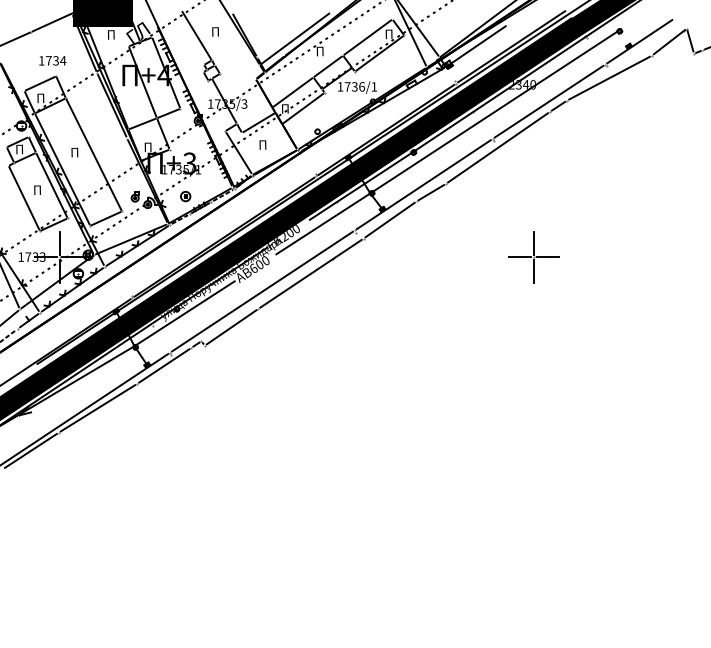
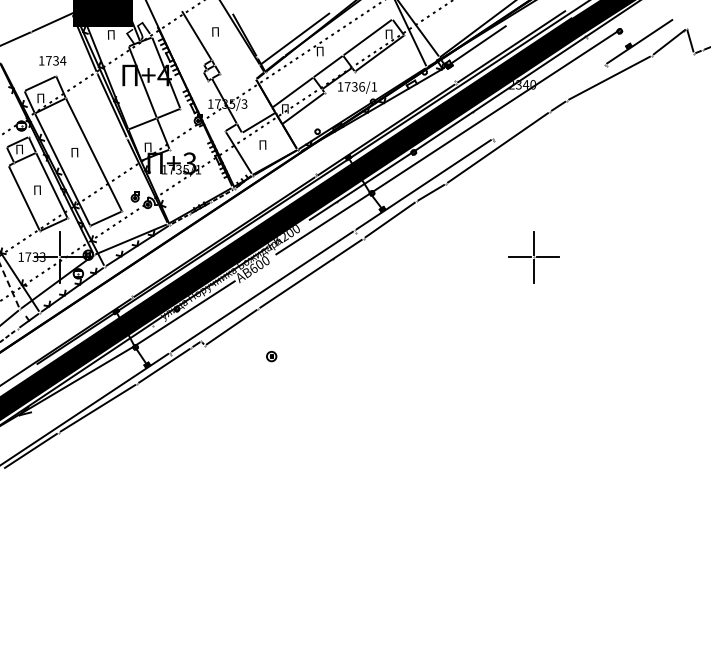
line at (548, 101): present -> none
part at (185, 196) position: (185, 196) -> (271, 356)
line at (9, 285): solid -> dashed
